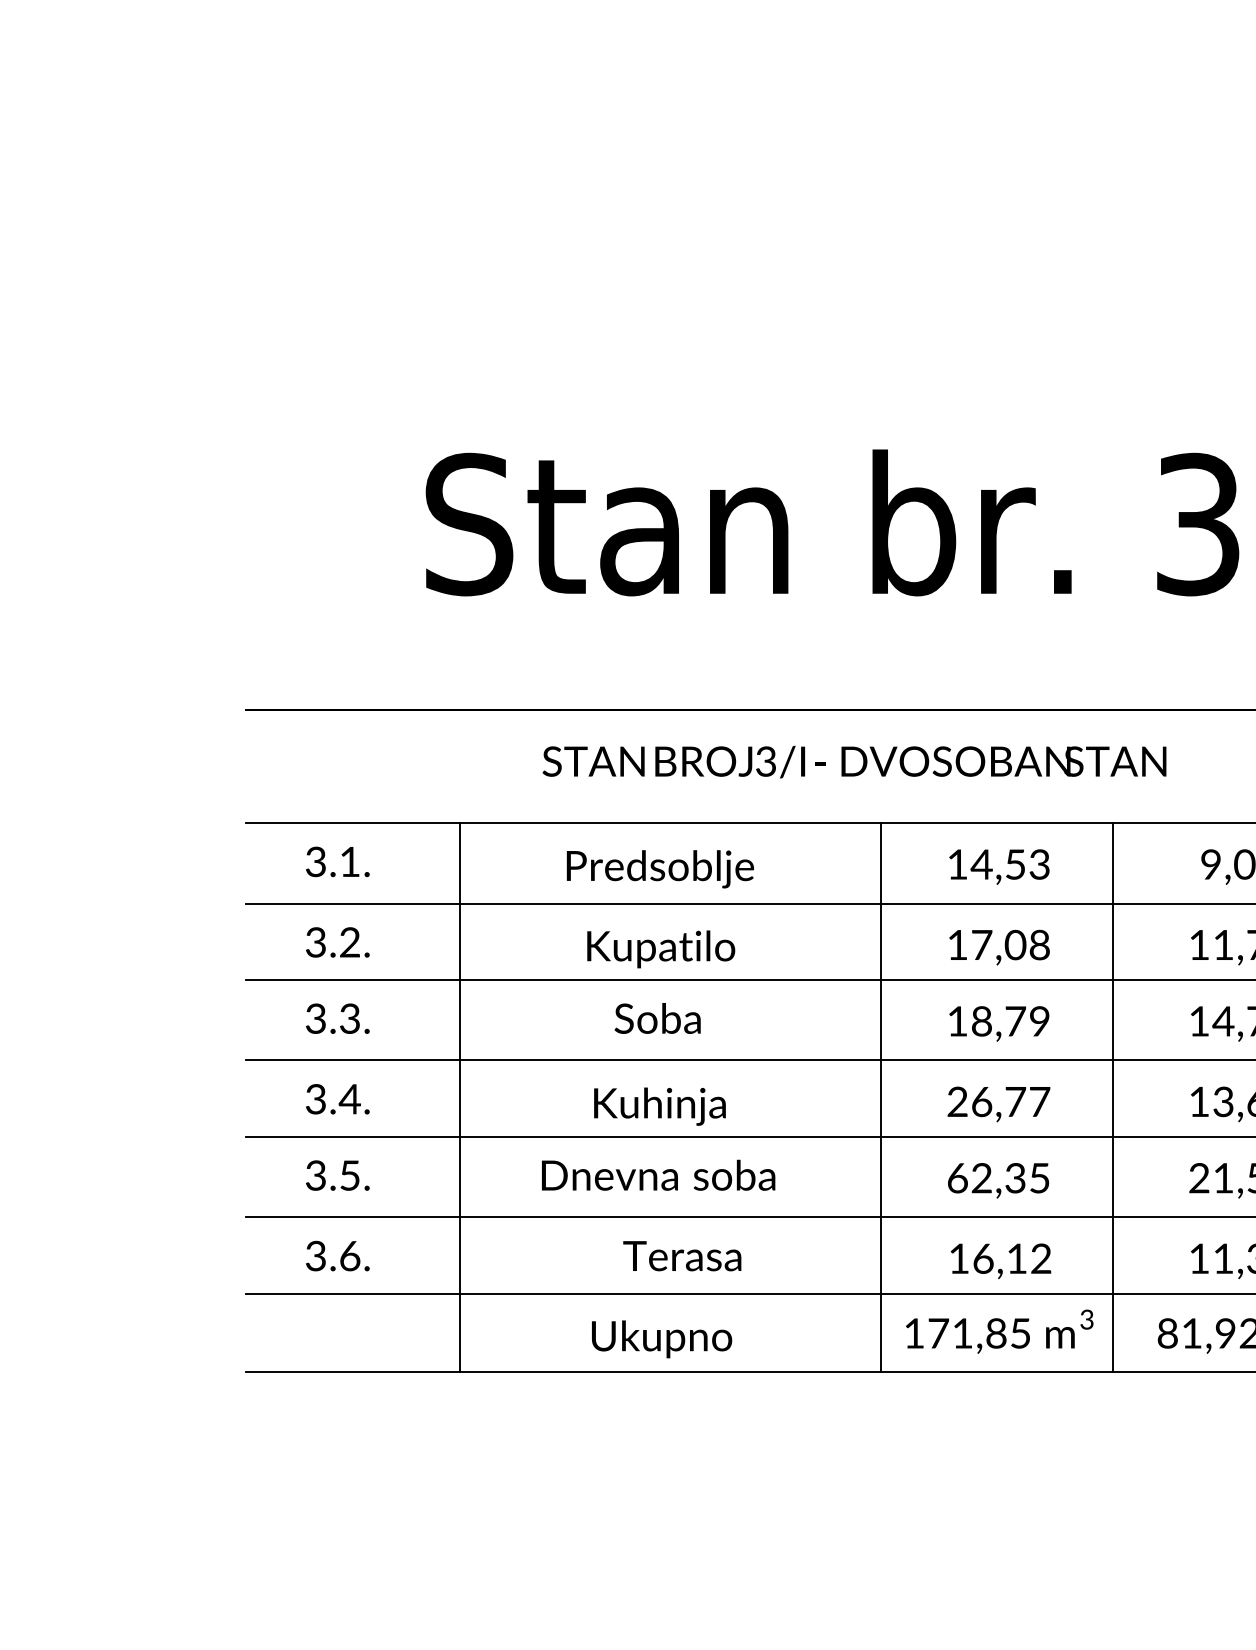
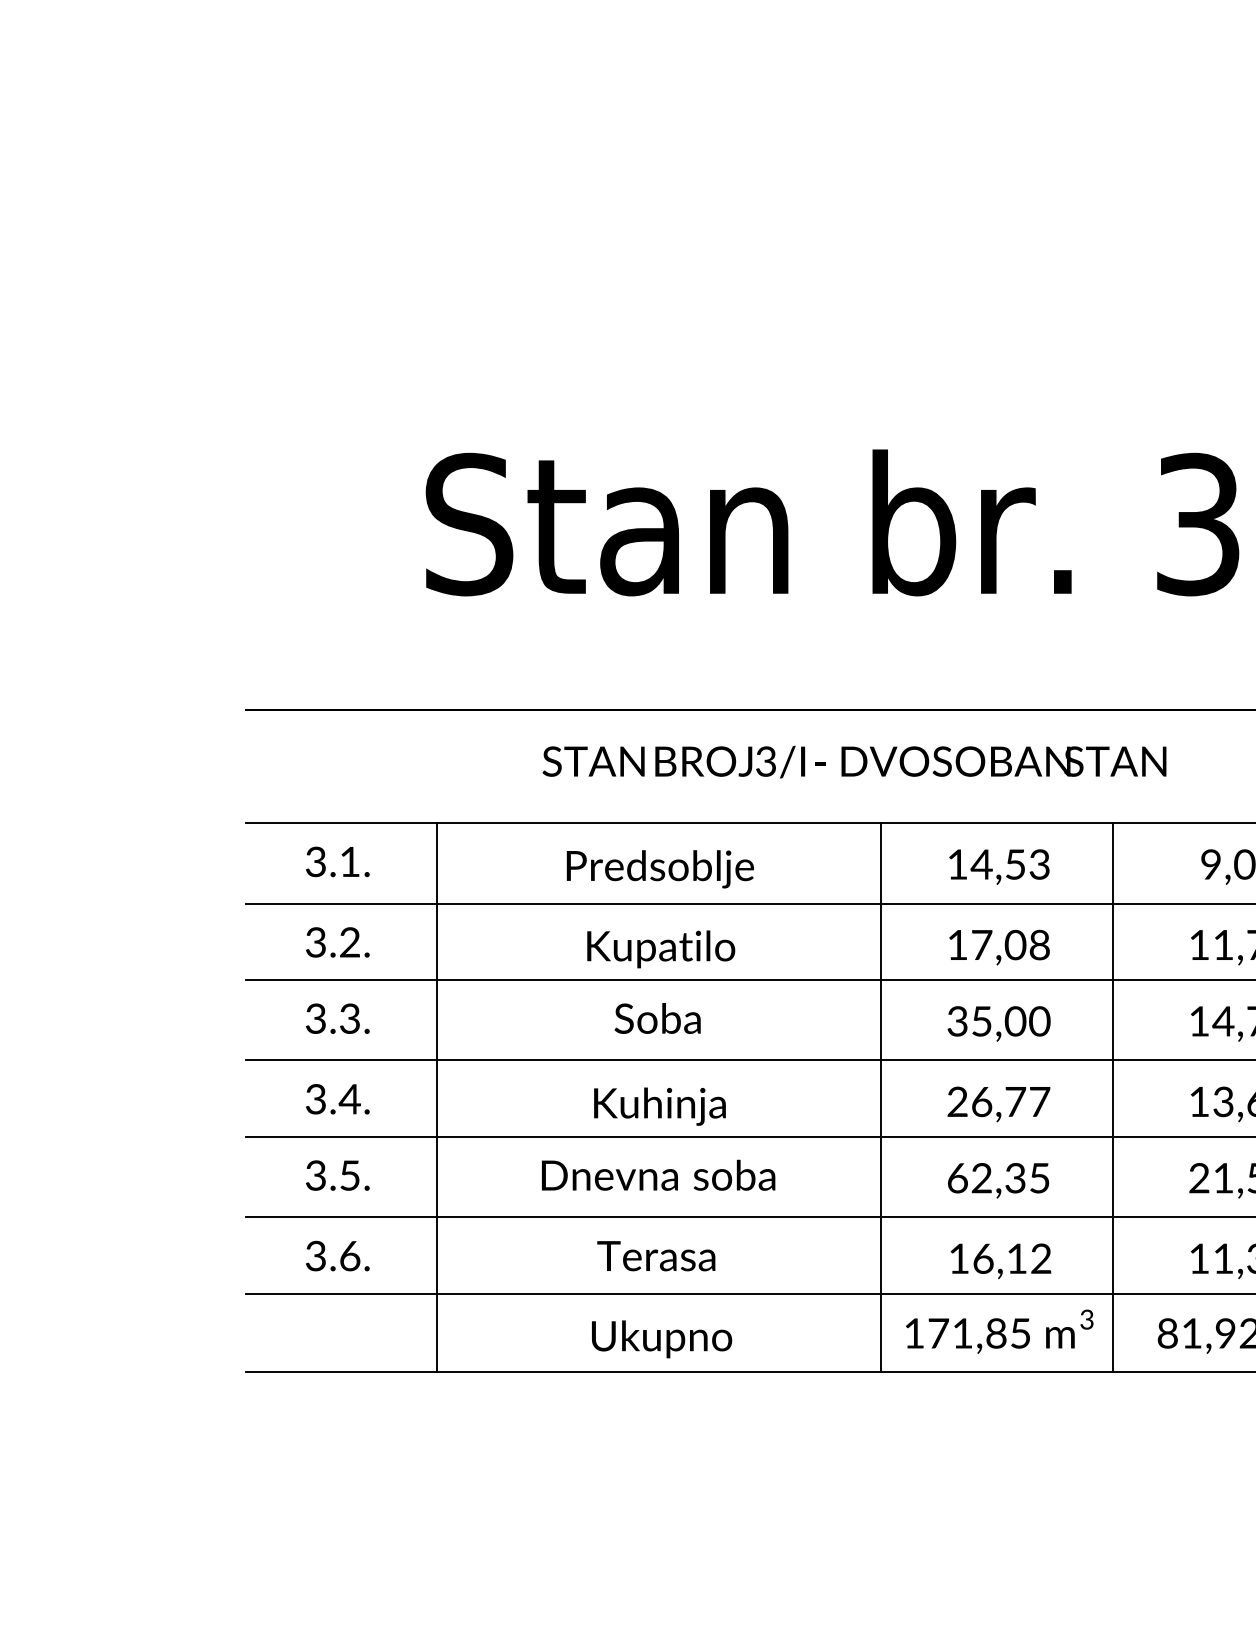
text at (998, 1021): 18,79 -> 35,00
line at (460, 1097) position: (460, 1097) -> (437, 1097)
text at (682, 1256) position: (682, 1256) -> (656, 1256)
